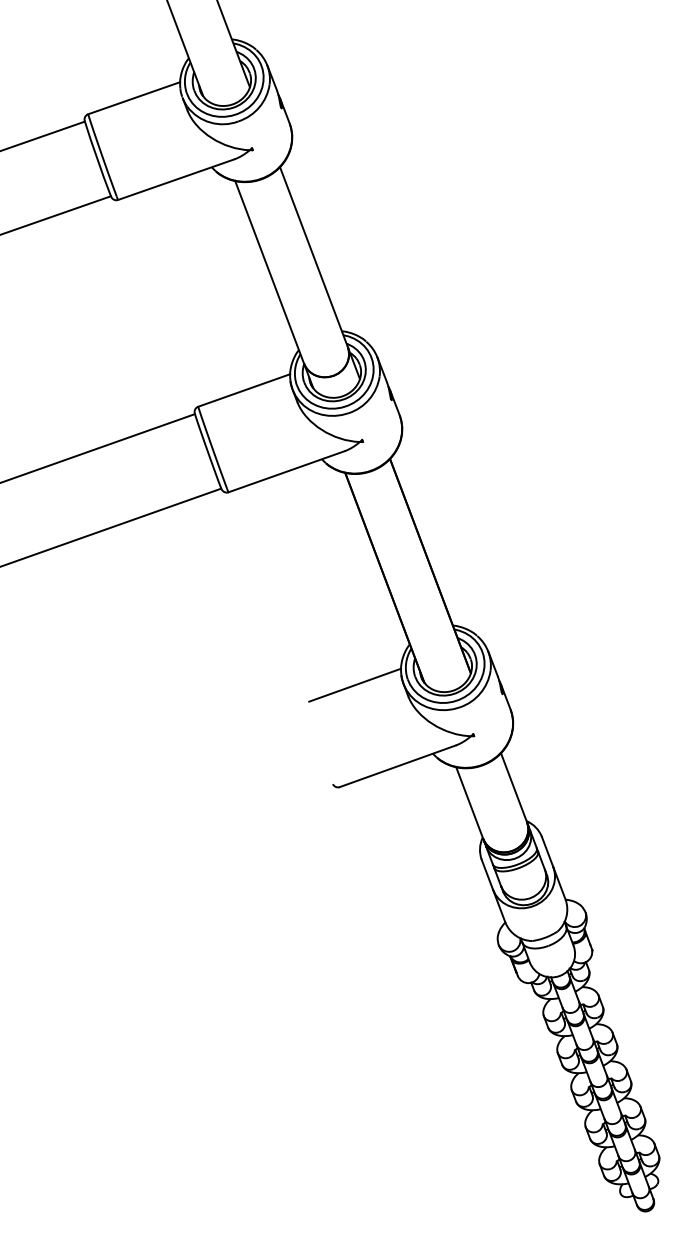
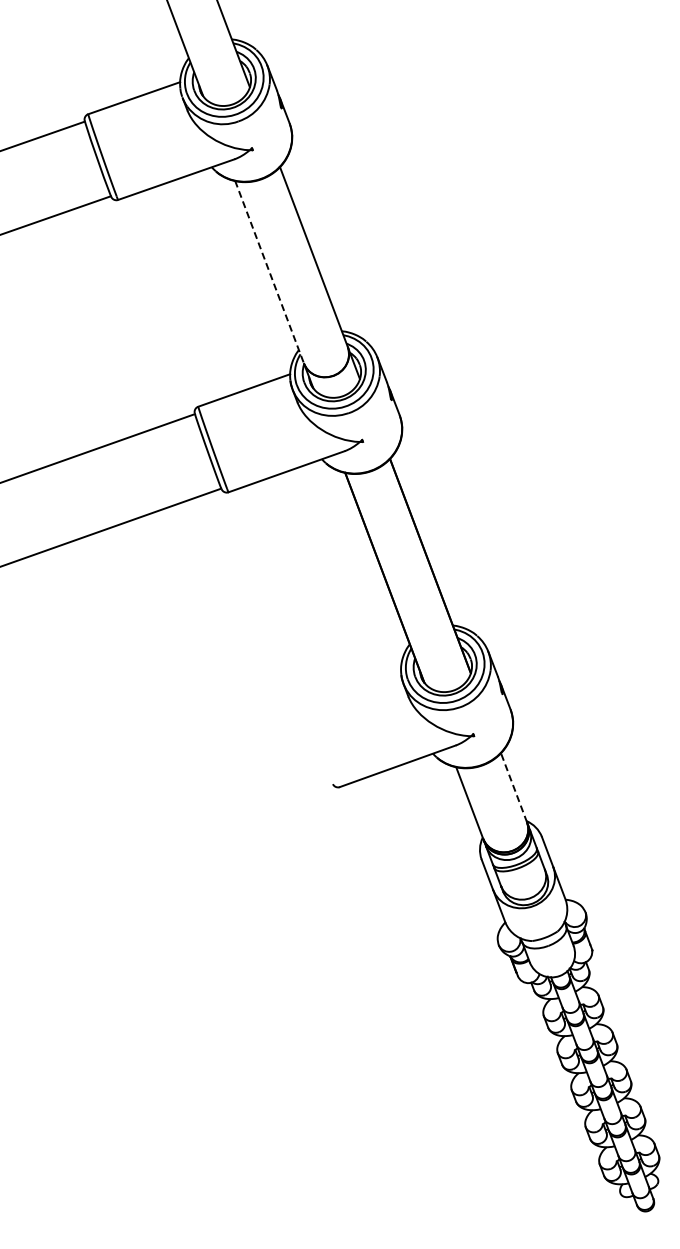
line at (269, 272): solid -> dashed
line at (355, 684): present -> none
line at (514, 787): solid -> dashed
